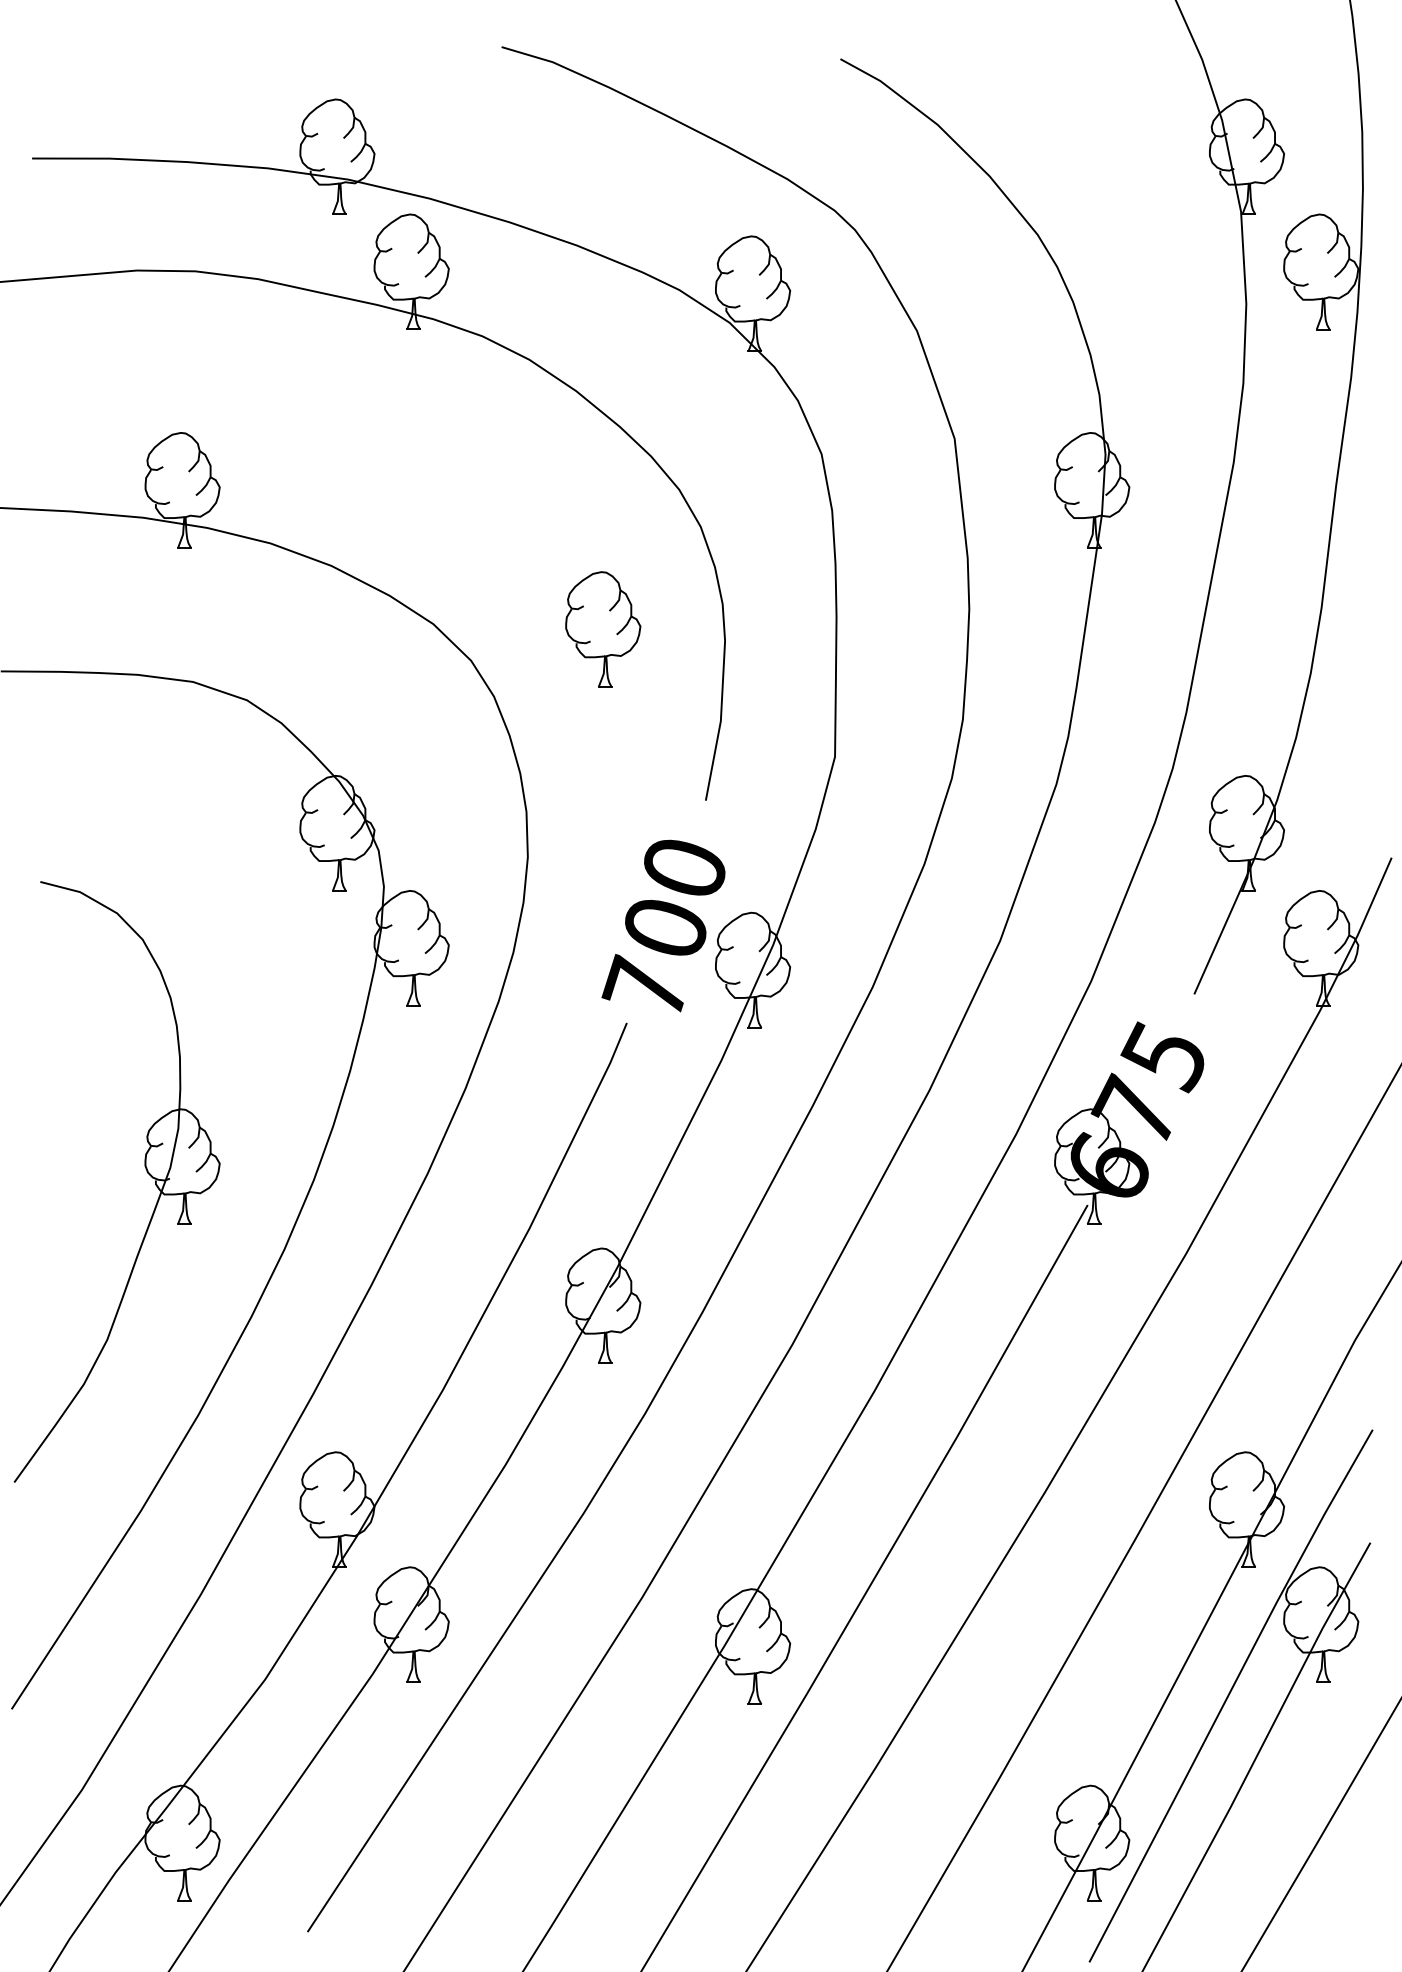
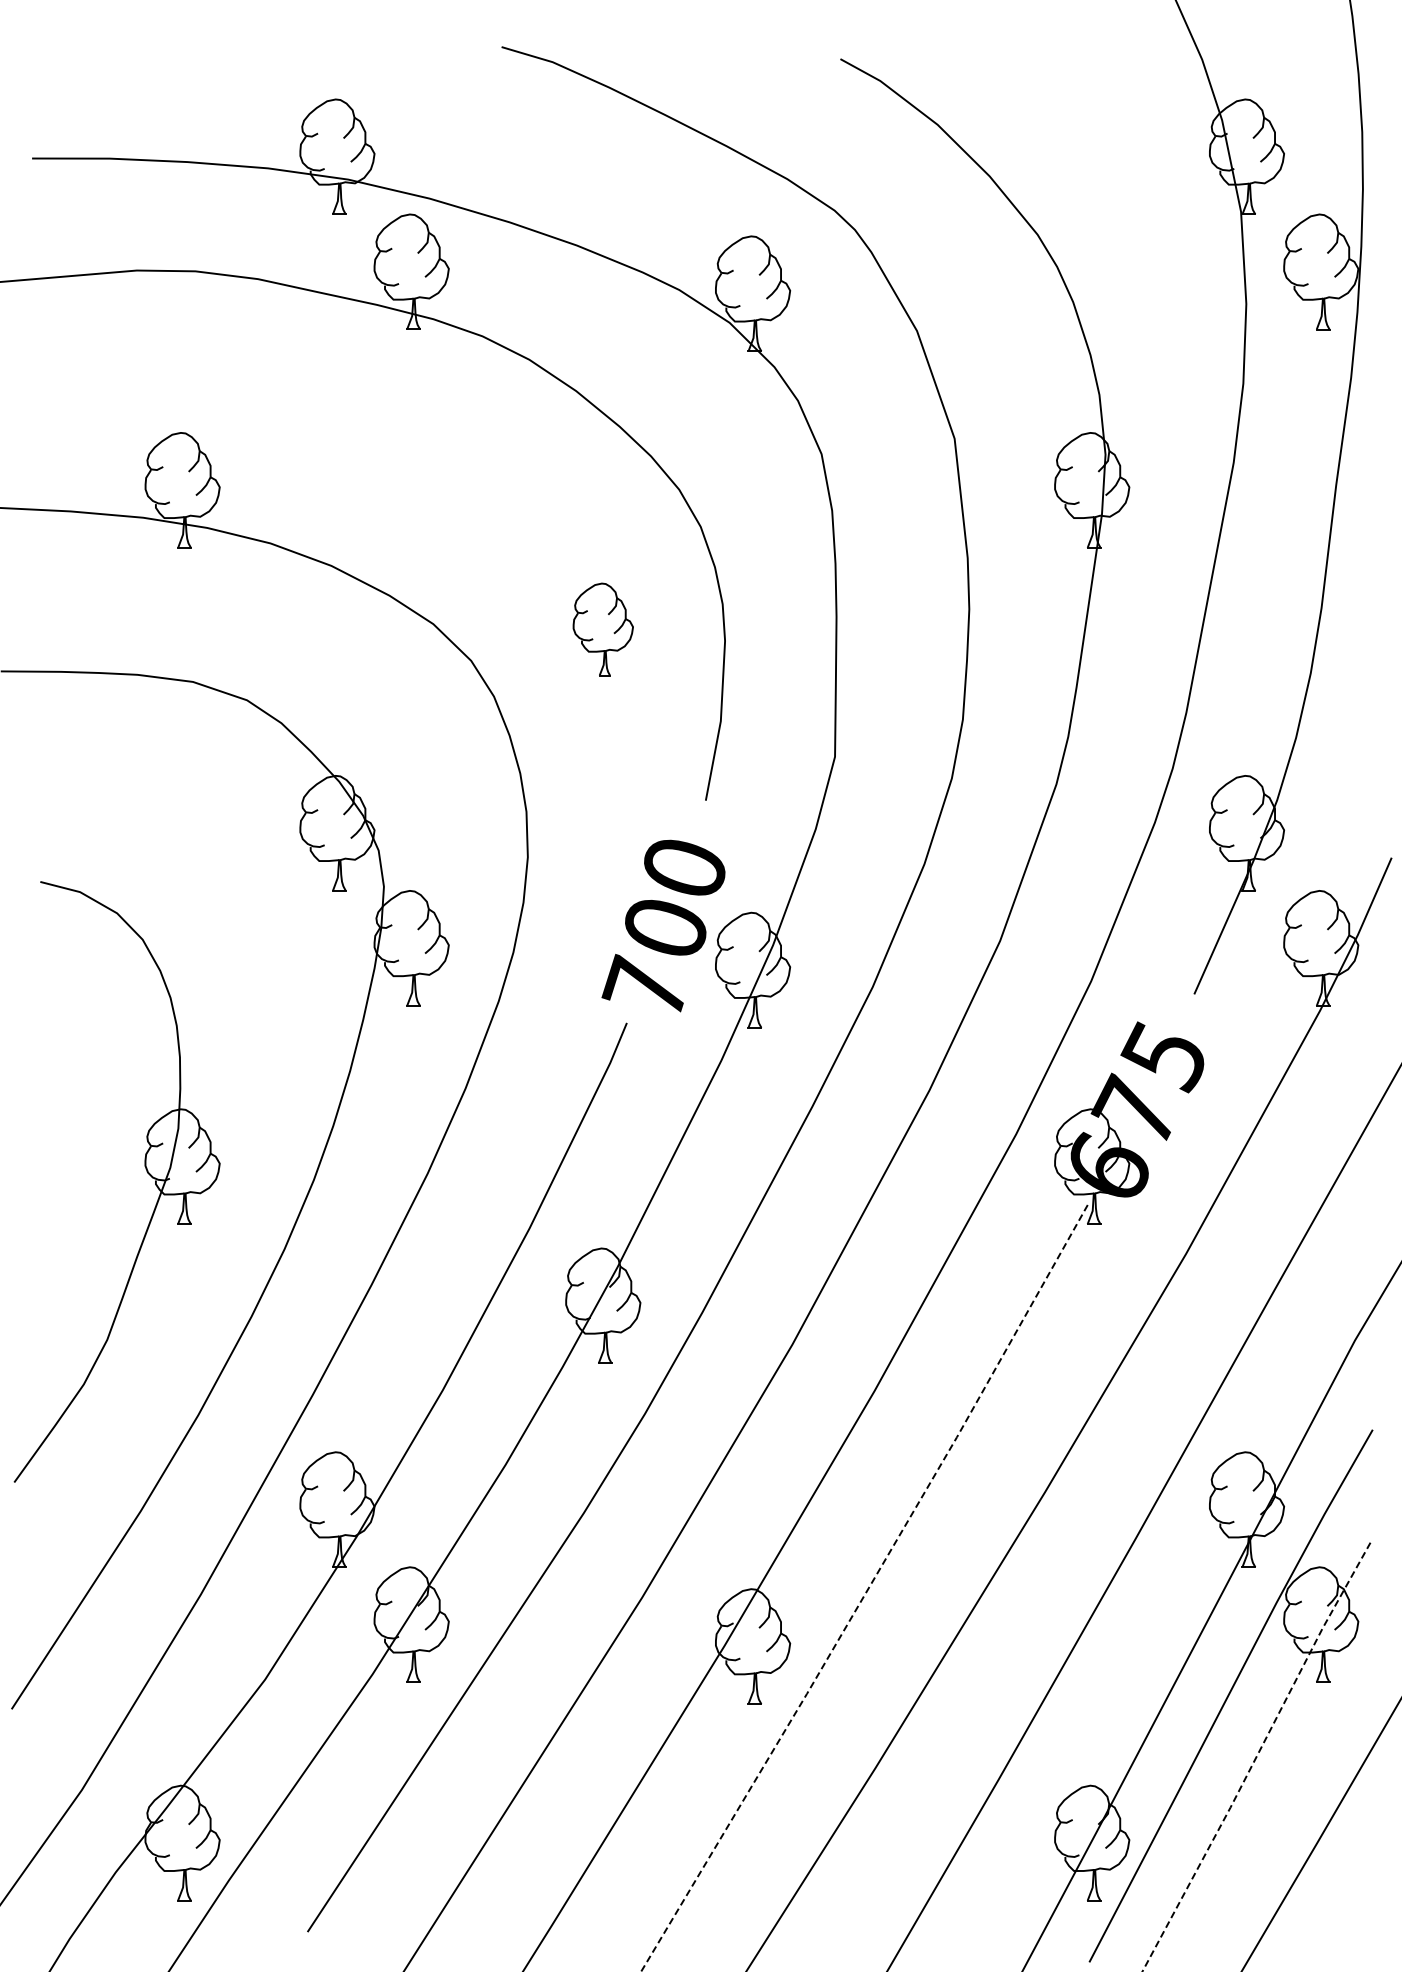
part at (603, 629) size: 77x117 px -> 62x95 px
line at (867, 1589): solid -> dashed
line at (1256, 1757): solid -> dashed
